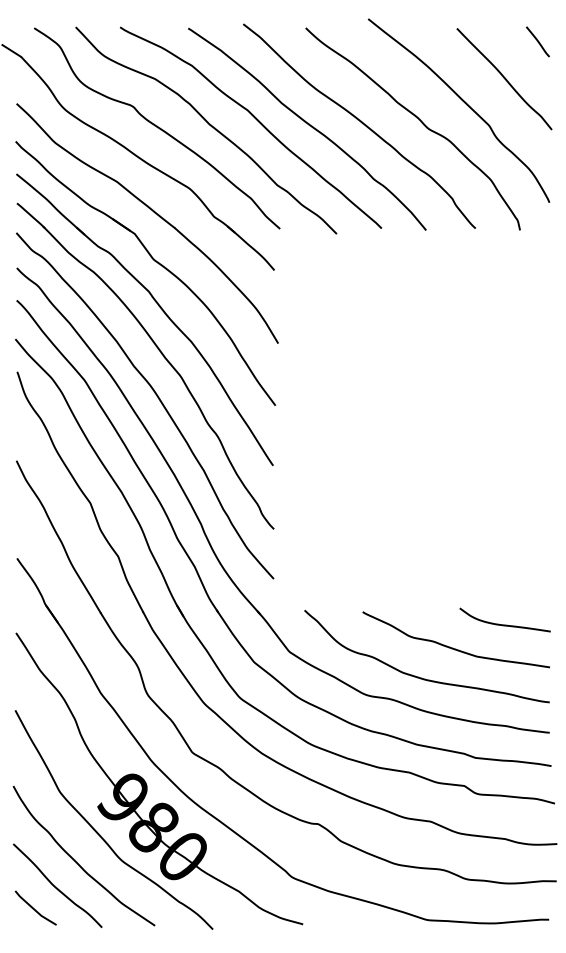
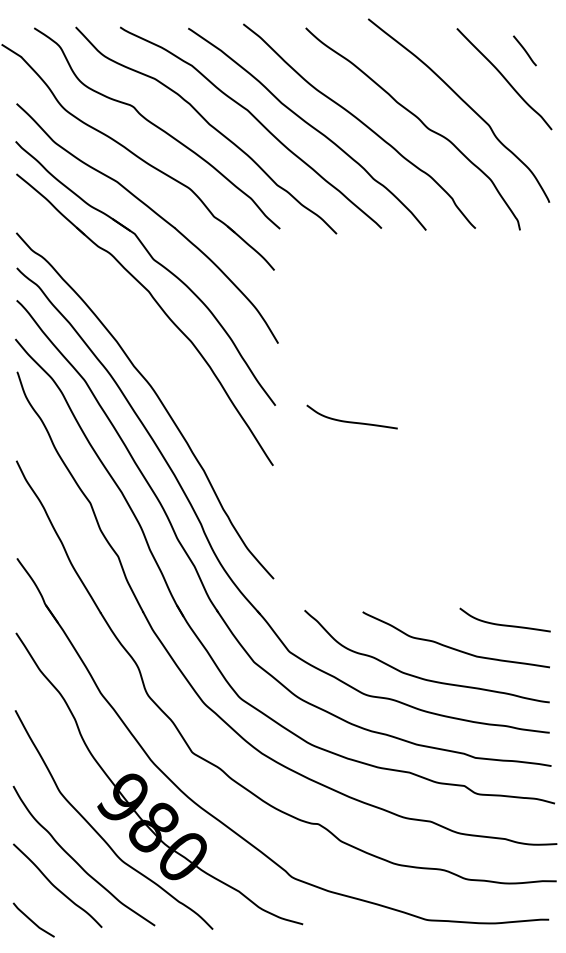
line at (537, 41) position: (537, 41) -> (524, 50)
part at (160, 353): present -> none
curve at (351, 421): none -> present
curve at (34, 908) position: (34, 908) -> (32, 920)
